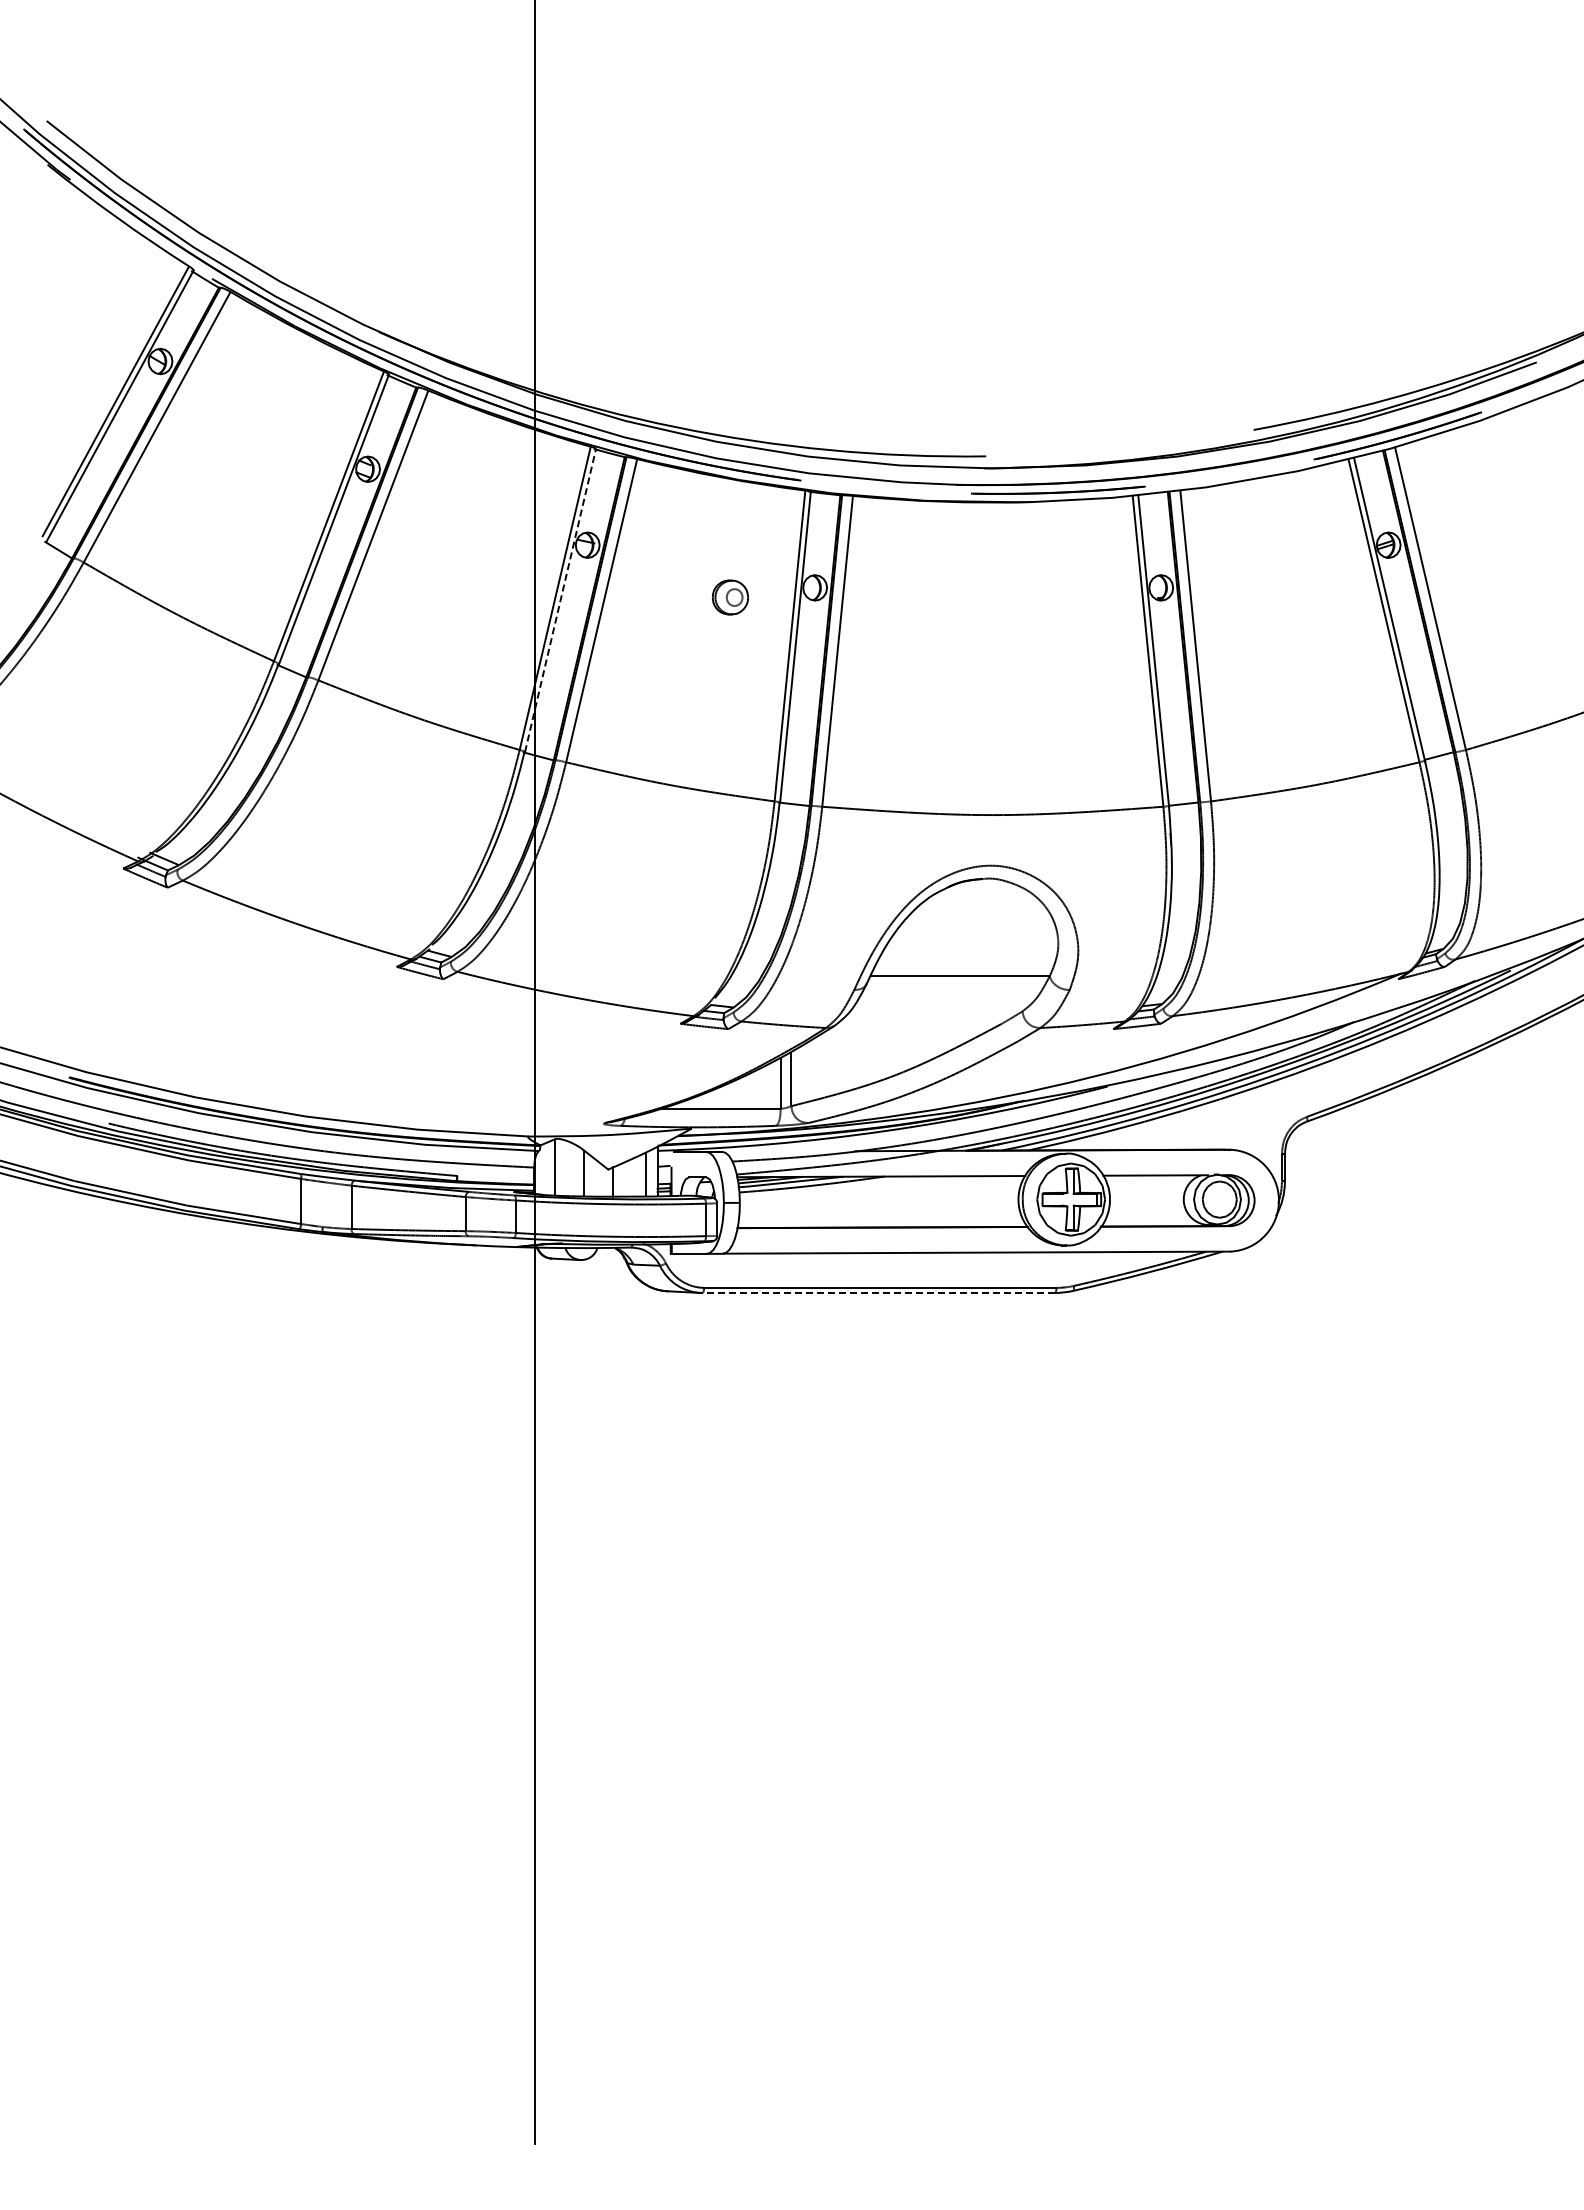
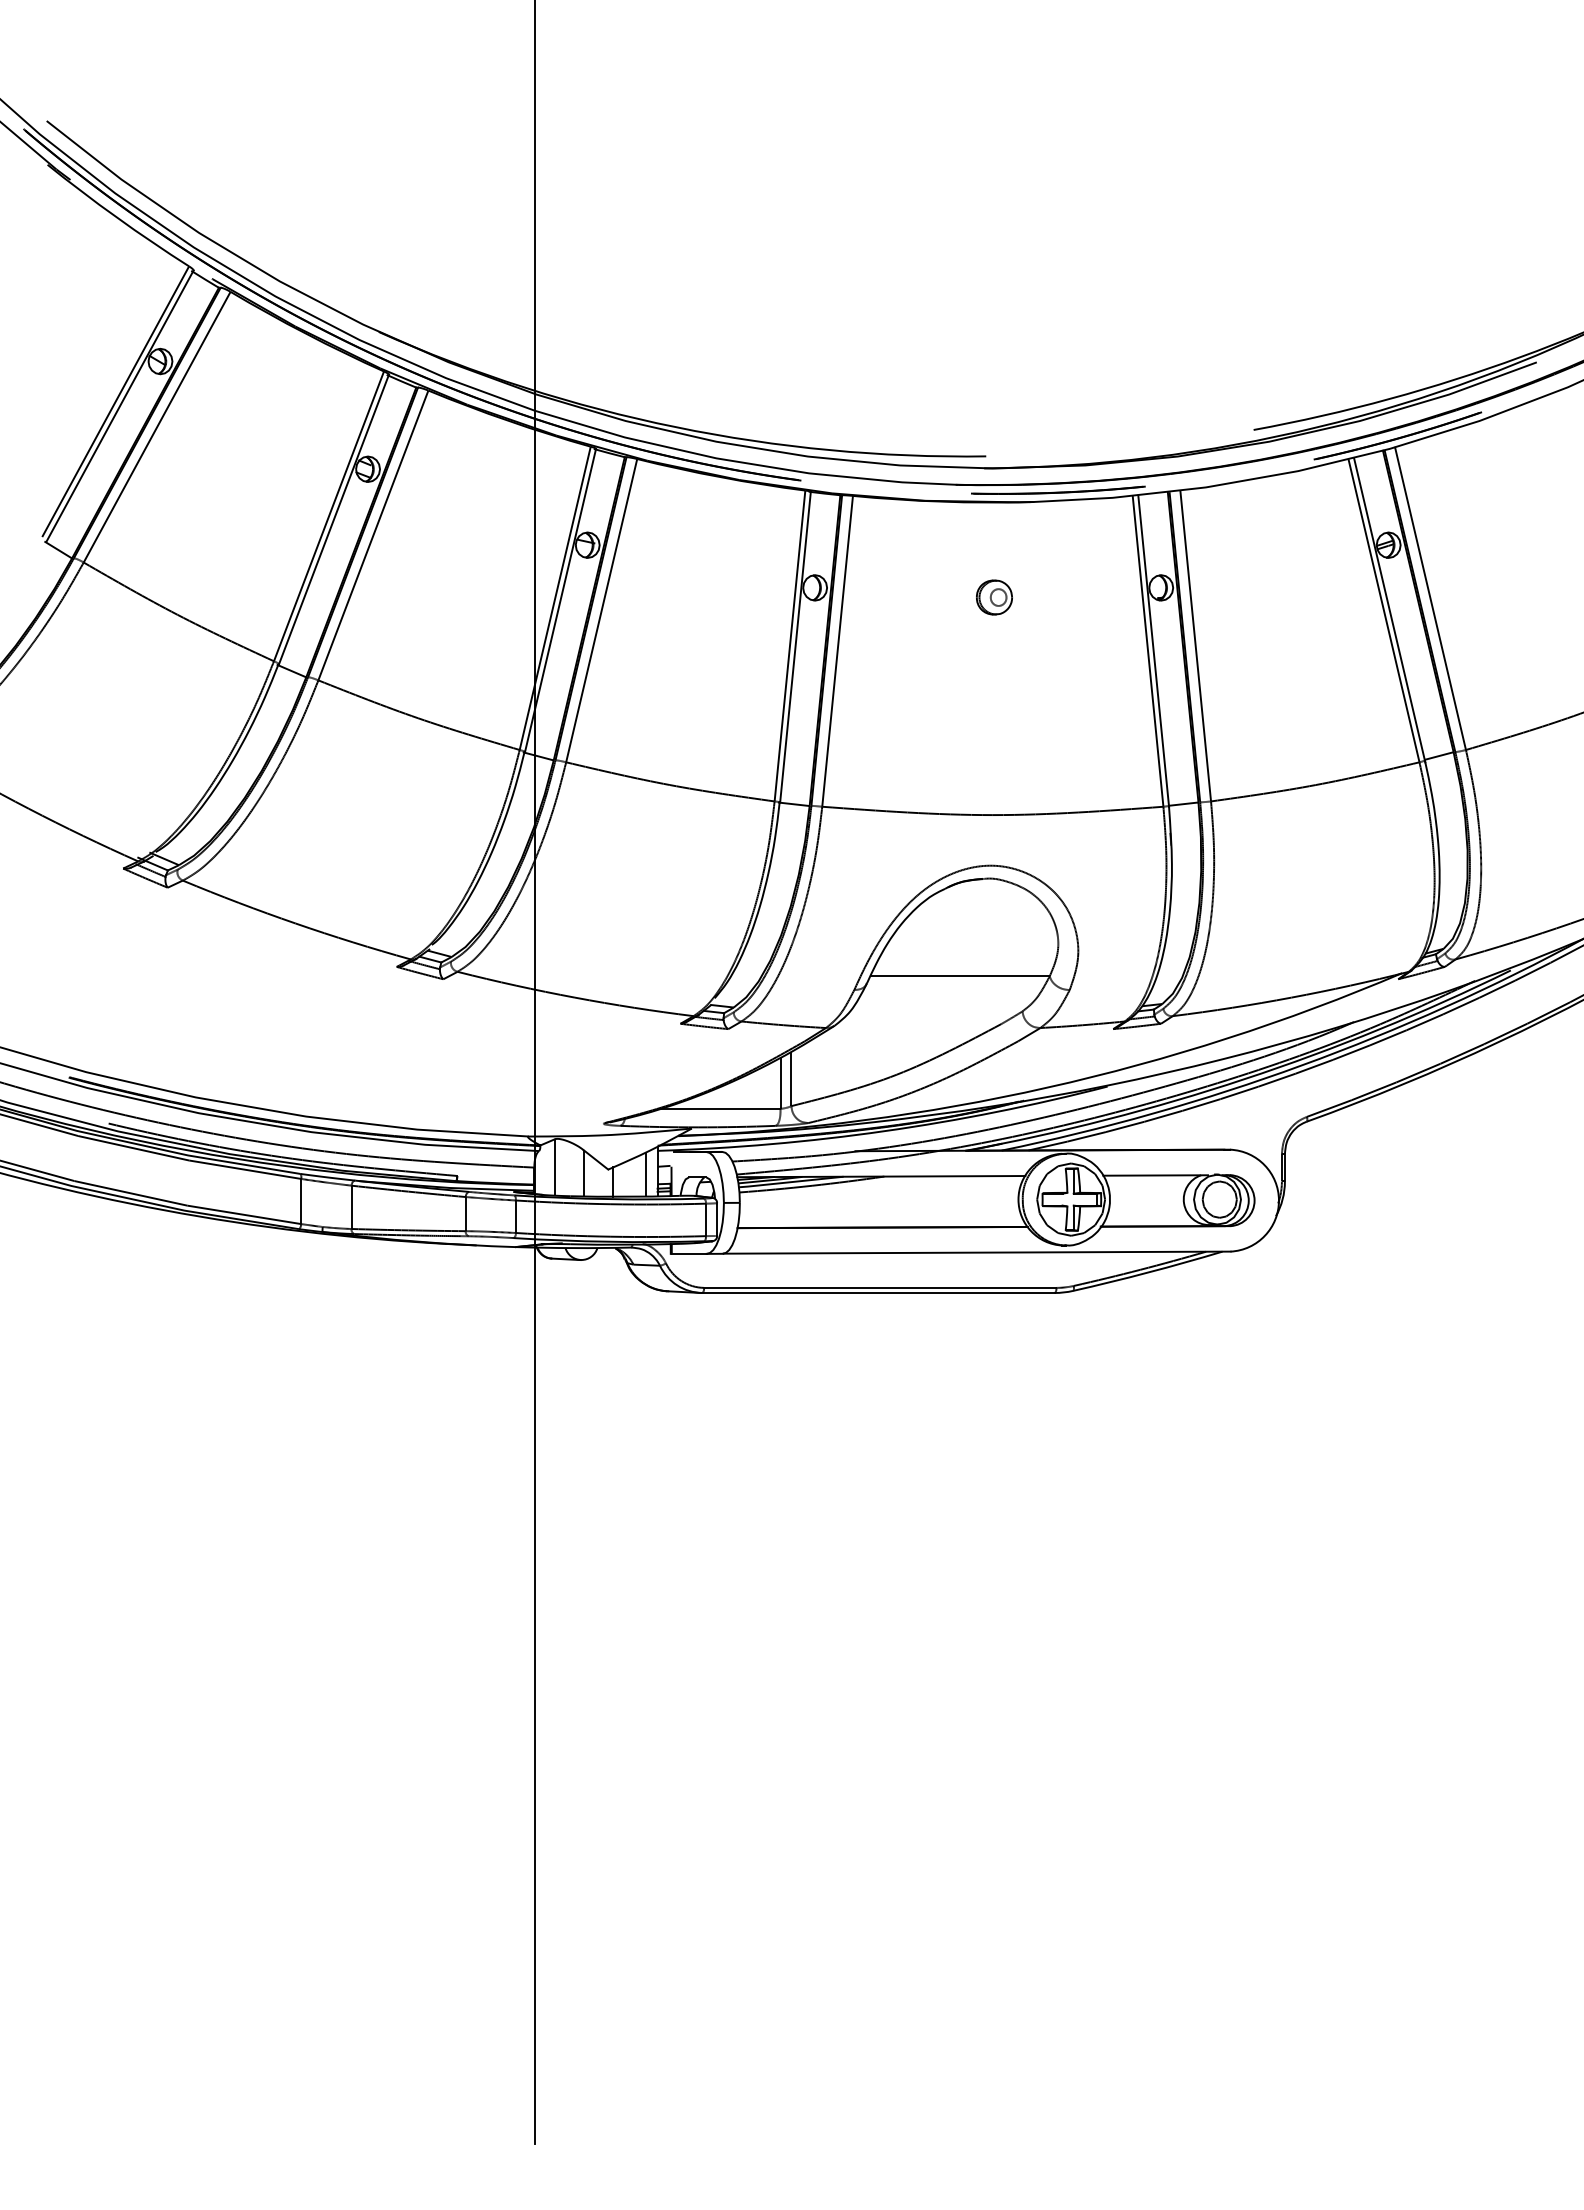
part at (730, 597) position: (730, 597) -> (994, 597)
line at (560, 600): dashed -> solid
line at (878, 1292): dashed -> solid
